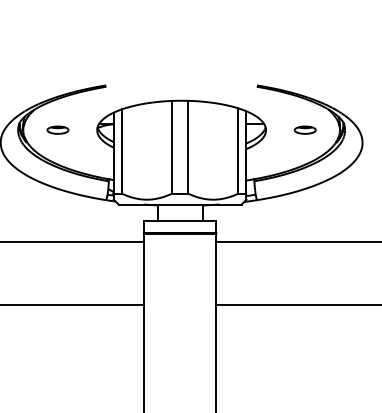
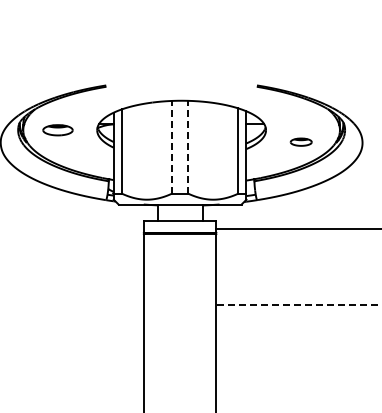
part at (57, 129) size: 24x10 px -> 32x13 px
part at (304, 129) position: (304, 129) -> (300, 141)
line at (172, 146): solid -> dashed
line at (188, 146): solid -> dashed
line at (72, 242): present -> none
line at (297, 242) position: (297, 242) -> (297, 229)
line at (72, 304): present -> none
line at (299, 304): solid -> dashed
